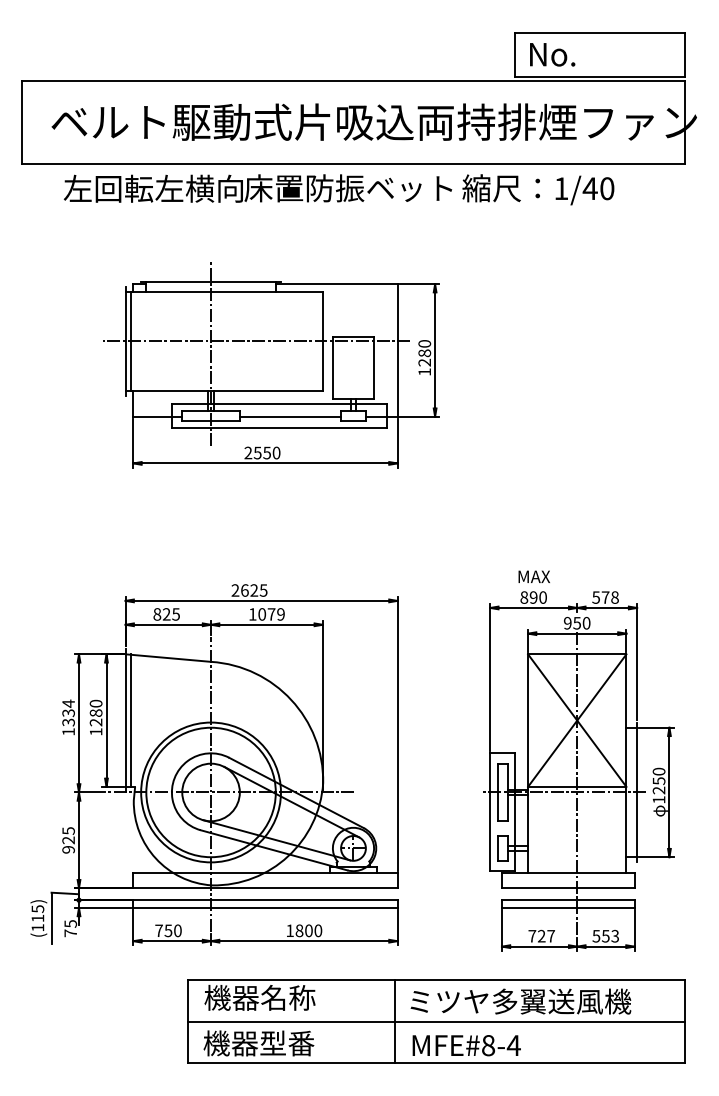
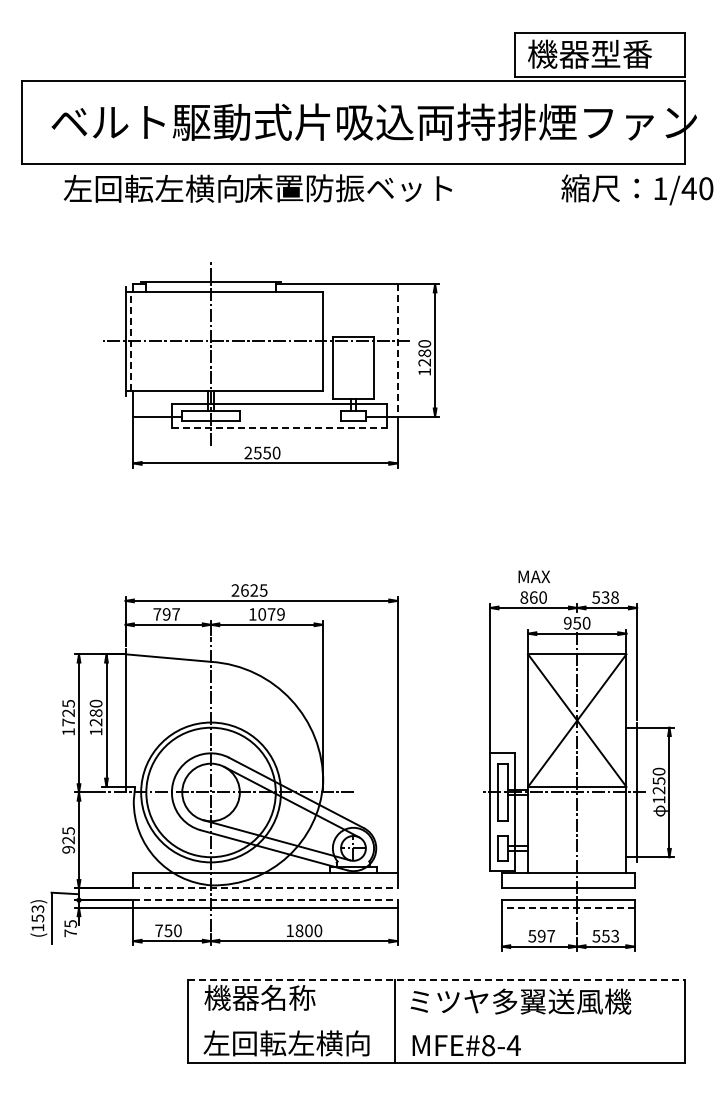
text at (590, 53): No. -> 機器型番
text at (538, 189) position: (538, 189) -> (637, 189)
line at (130, 340): solid -> dashed
line at (397, 350): solid -> dashed
line at (290, 416): present -> none
line at (279, 428): solid -> dashed
text at (533, 597): 890 -> 860
text at (605, 597): 578 -> 538
text at (166, 614): 825 -> 797
text at (68, 712): 1334 -> 1725
line at (130, 720): present -> none
line at (265, 888): solid -> dashed
line at (265, 900): solid -> dashed
line at (567, 907): solid -> dashed
text at (37, 913): (115) -> (153)
text at (536, 936): 727 -> 597
line at (436, 980): solid -> dashed
line at (435, 1021): present -> none
text at (286, 1043): 機器型番 -> 左回転左横向
